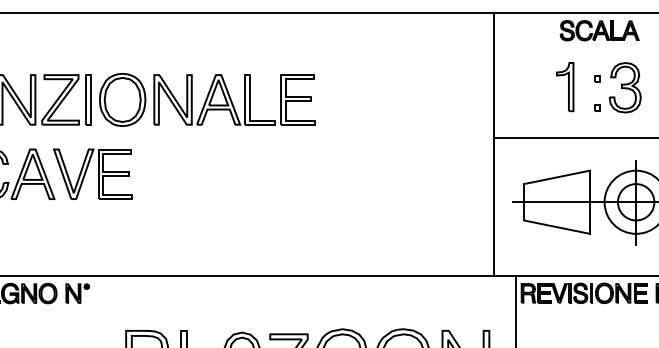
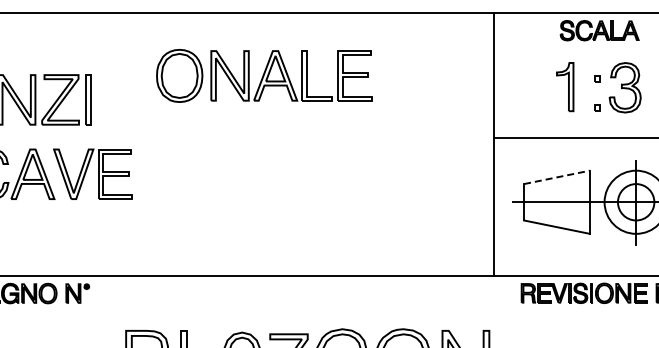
part at (207, 99) position: (207, 99) -> (264, 75)
line at (557, 177): solid -> dashed
line at (515, 309): present -> none
